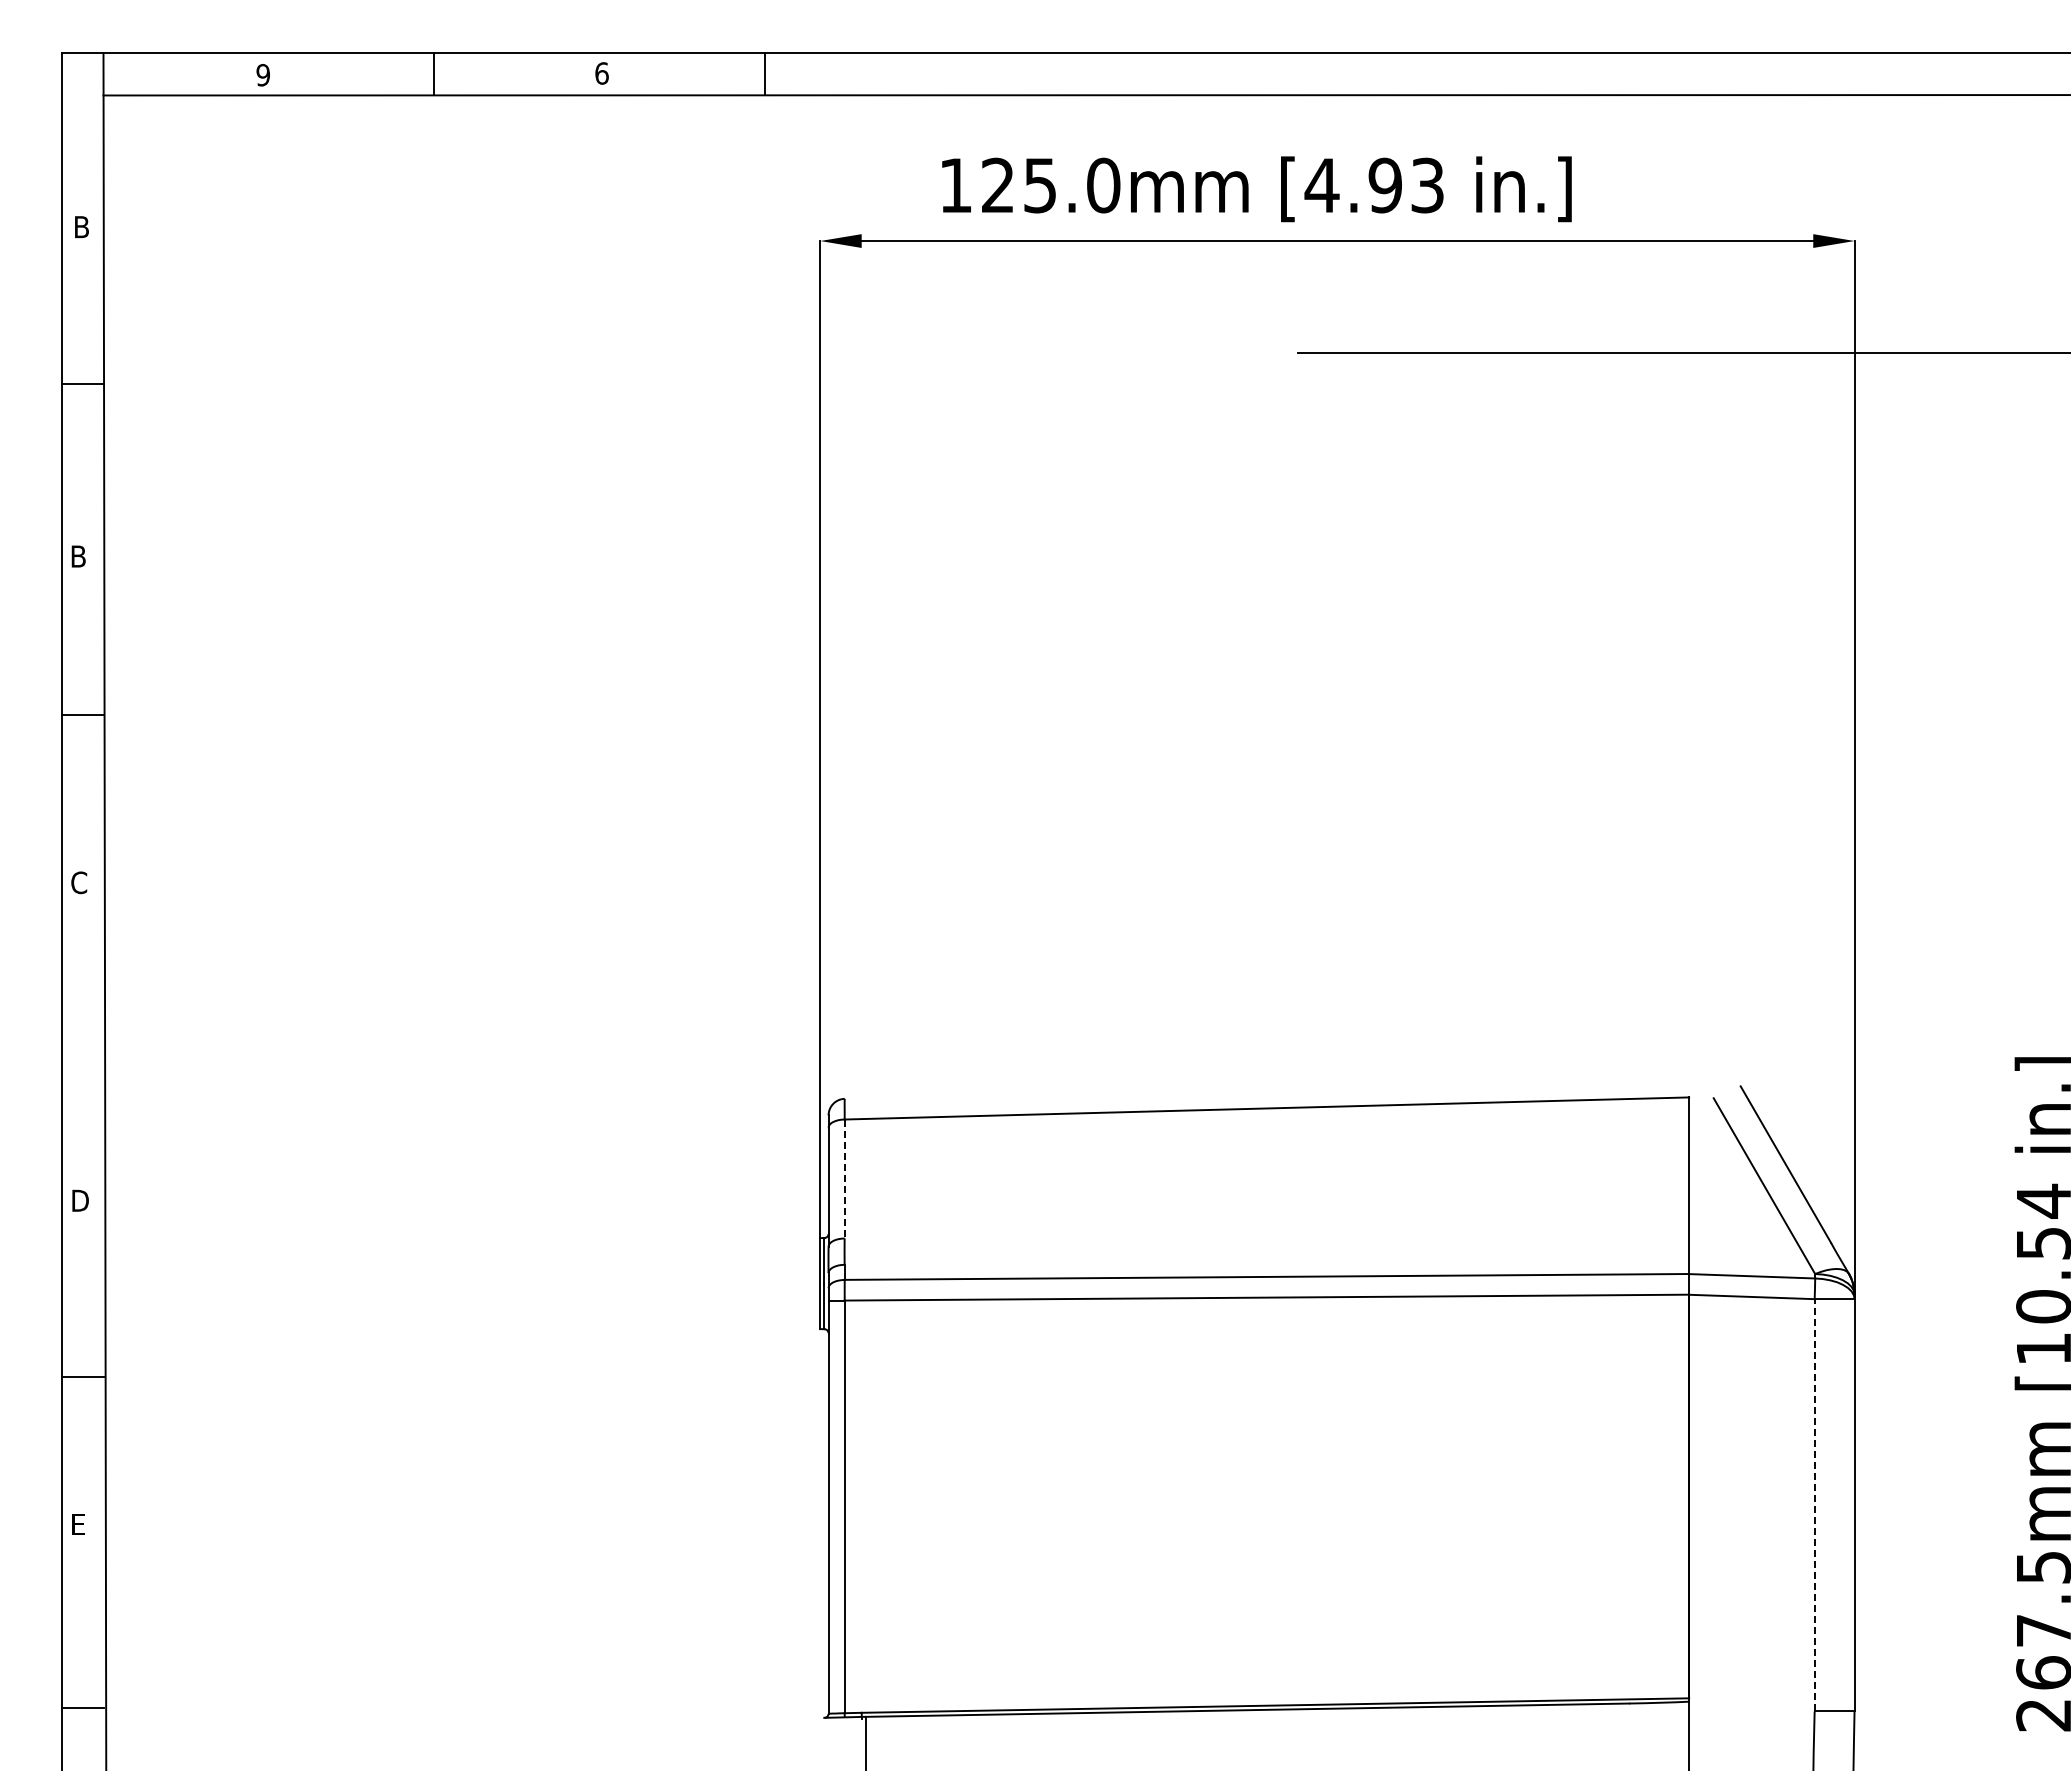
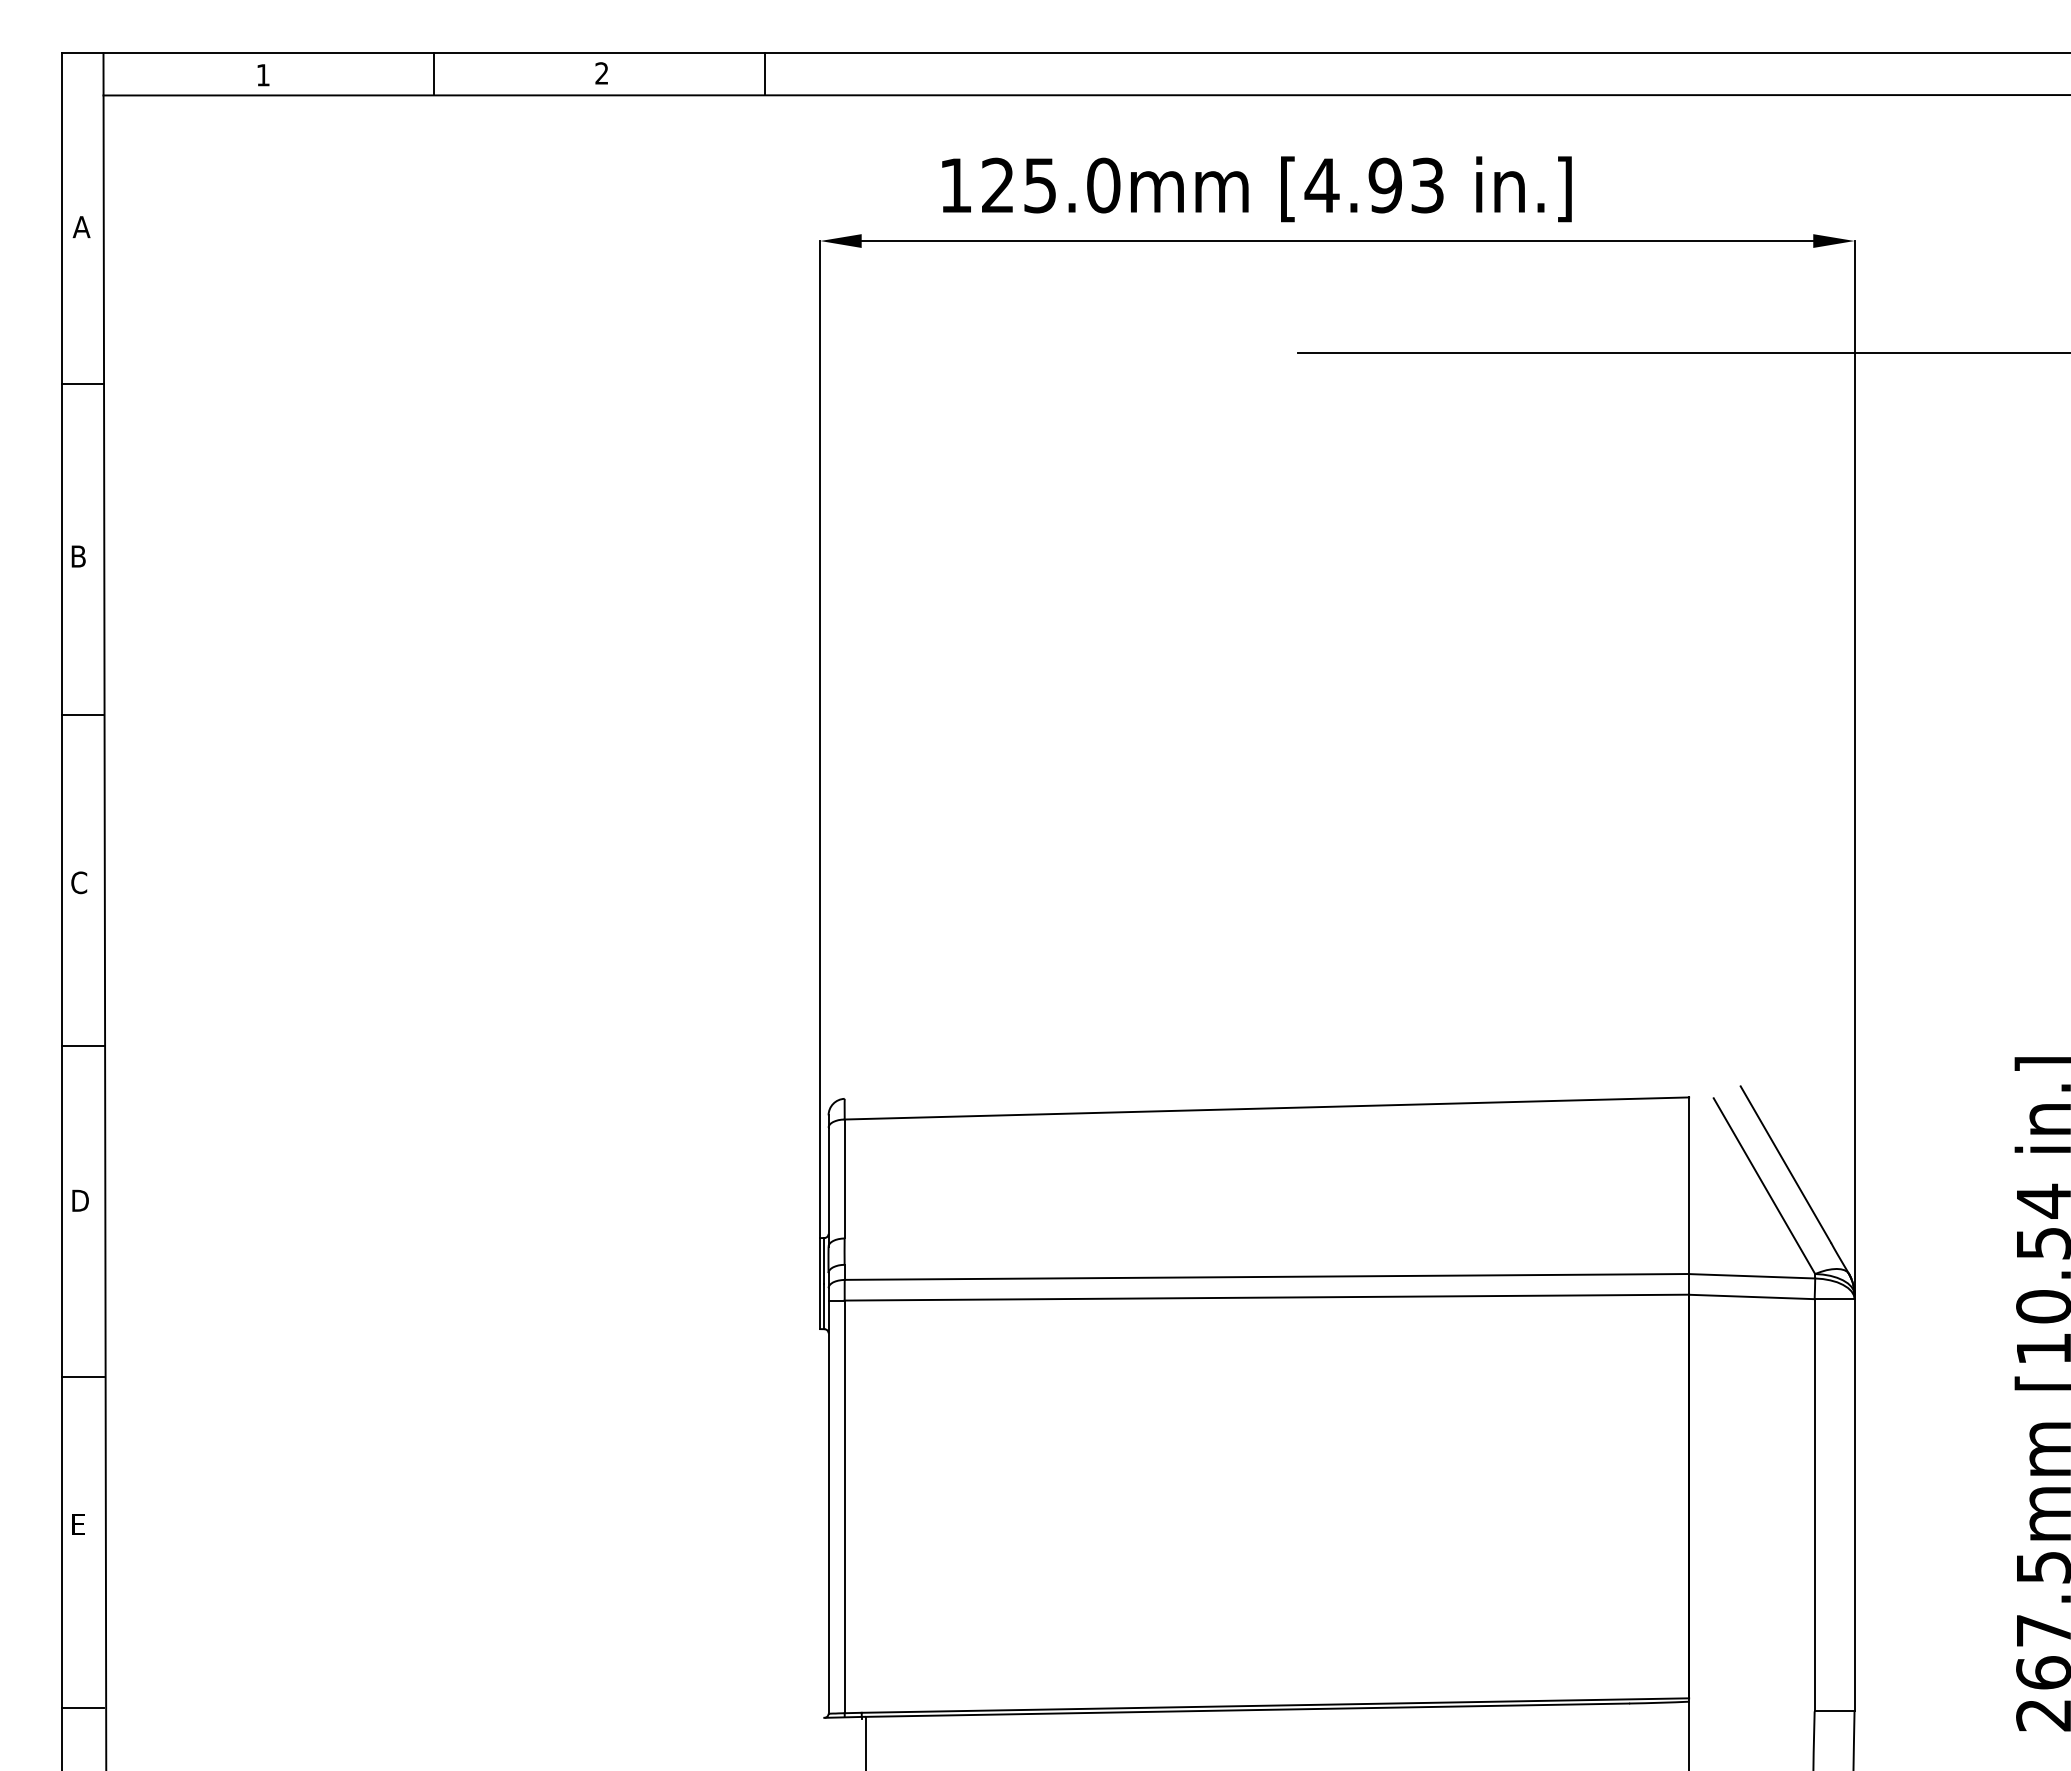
text at (601, 73): 6 -> 2
text at (262, 75): 9 -> 1
text at (81, 227): B -> A
line at (82, 1046): none -> present
line at (844, 1179): dashed -> solid
line at (1814, 1504): dashed -> solid
